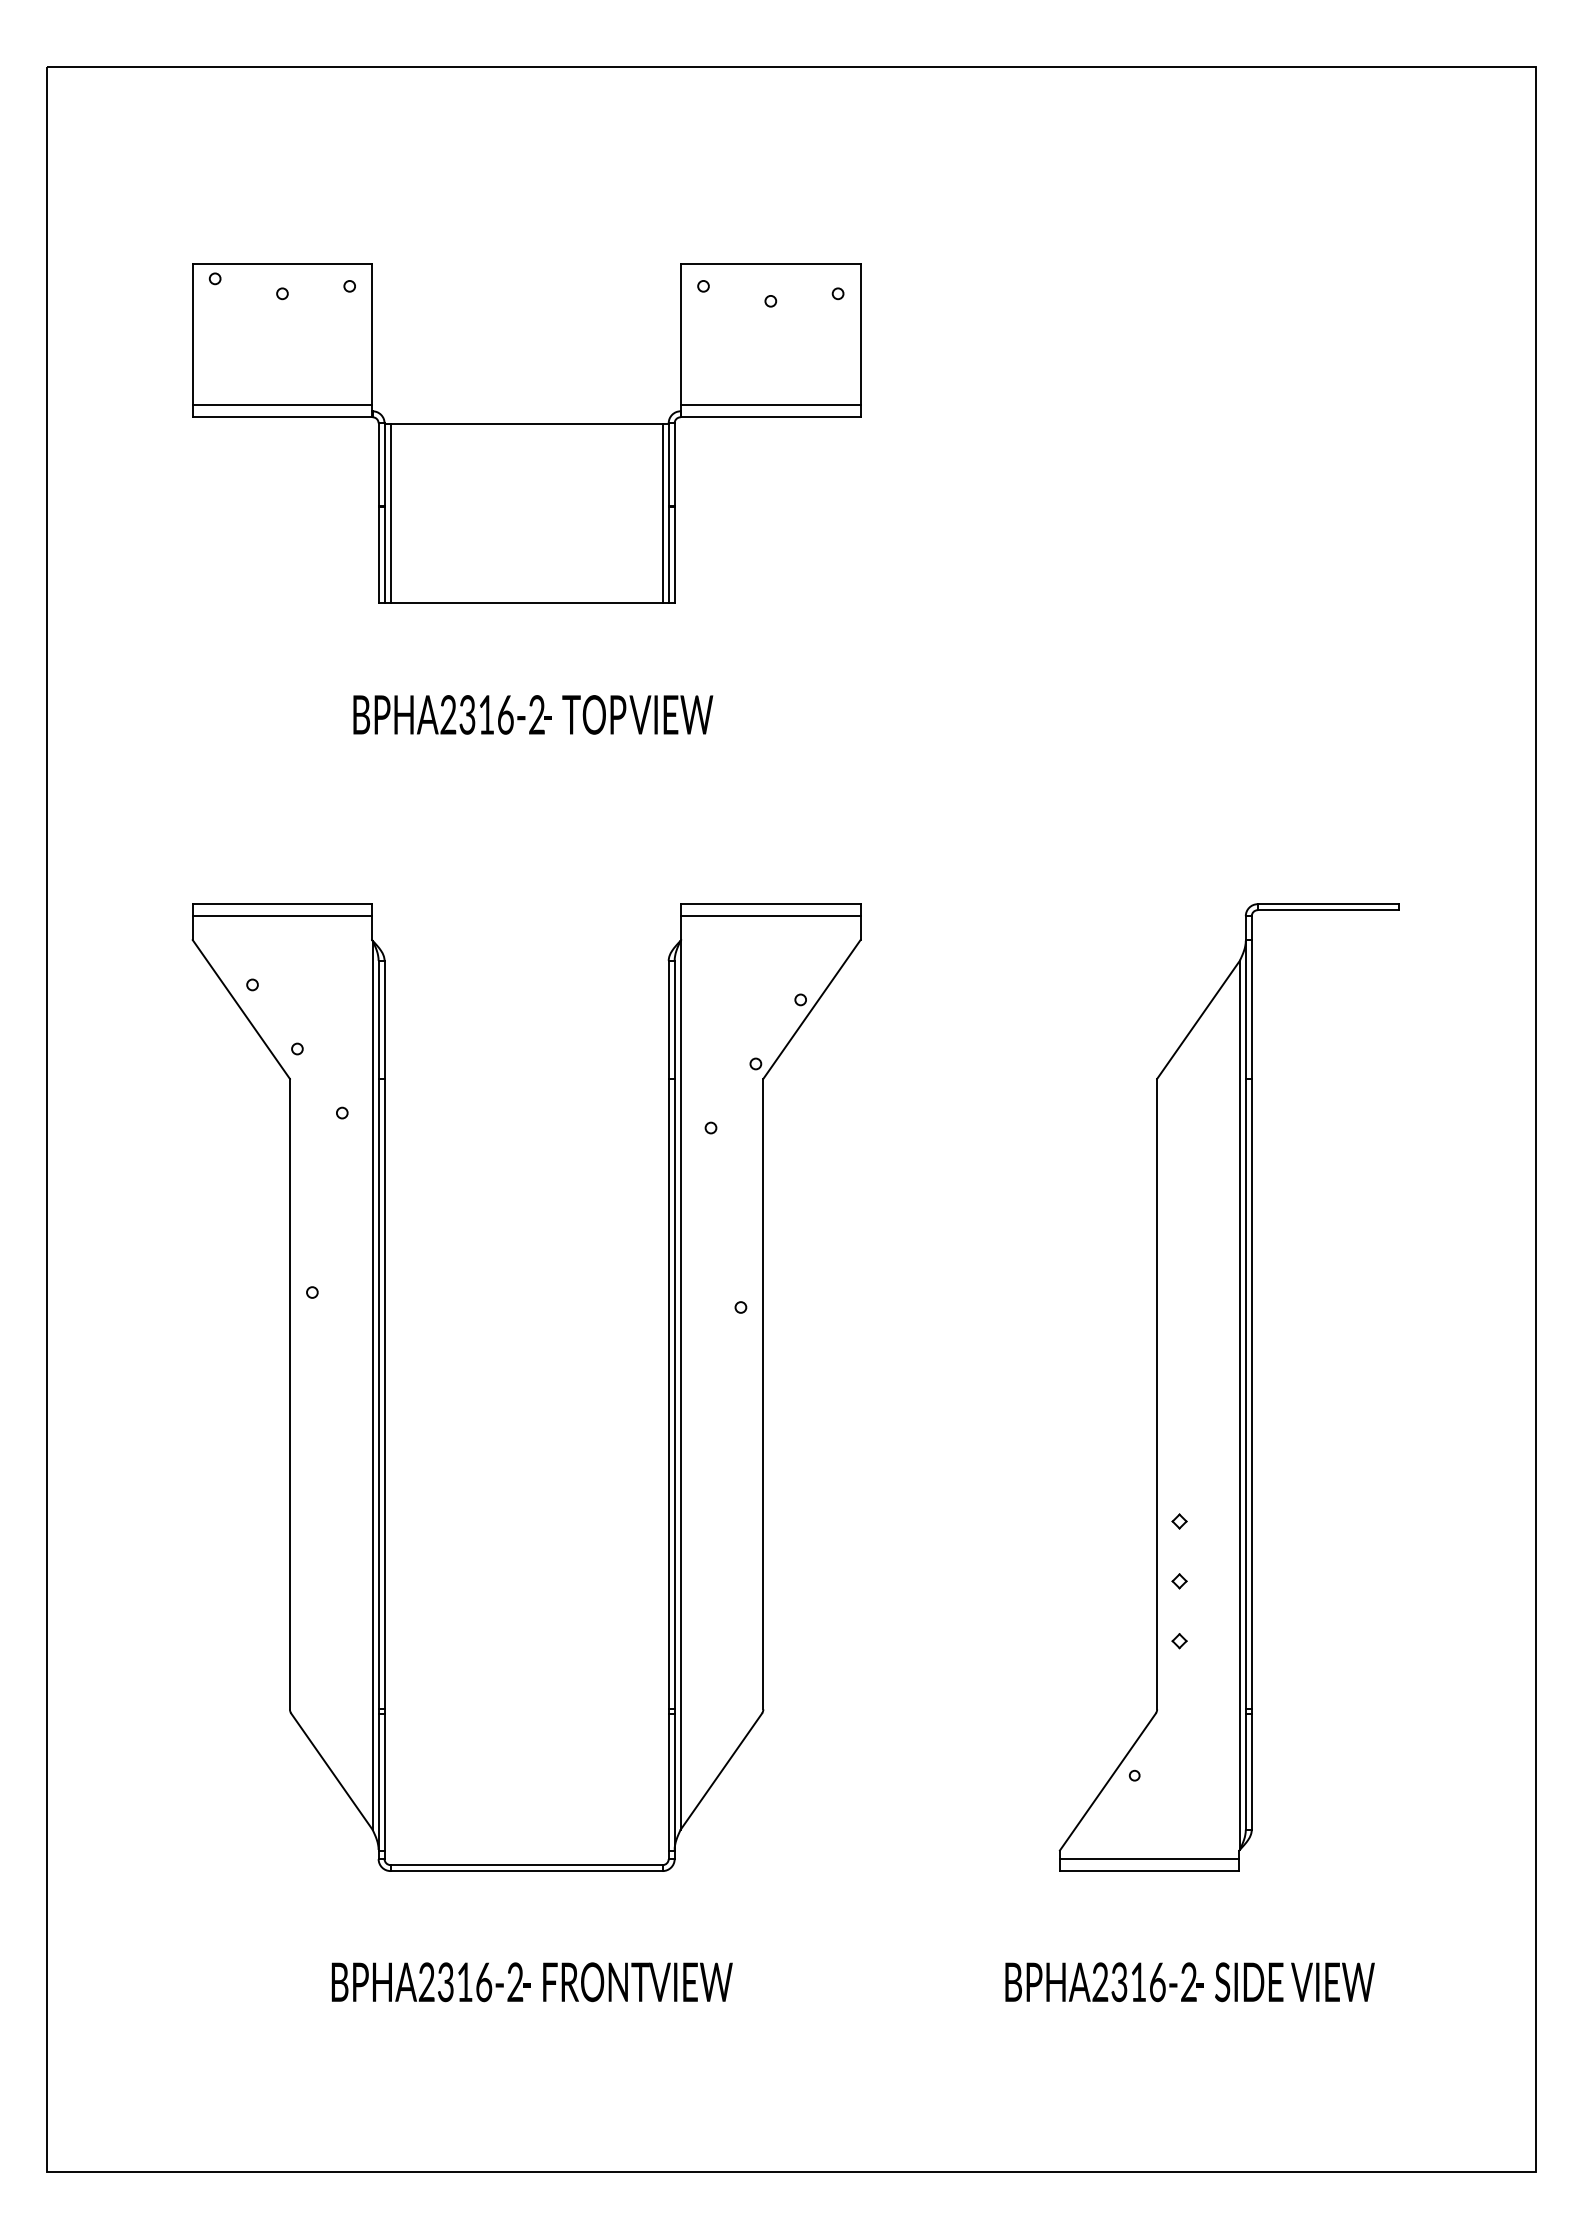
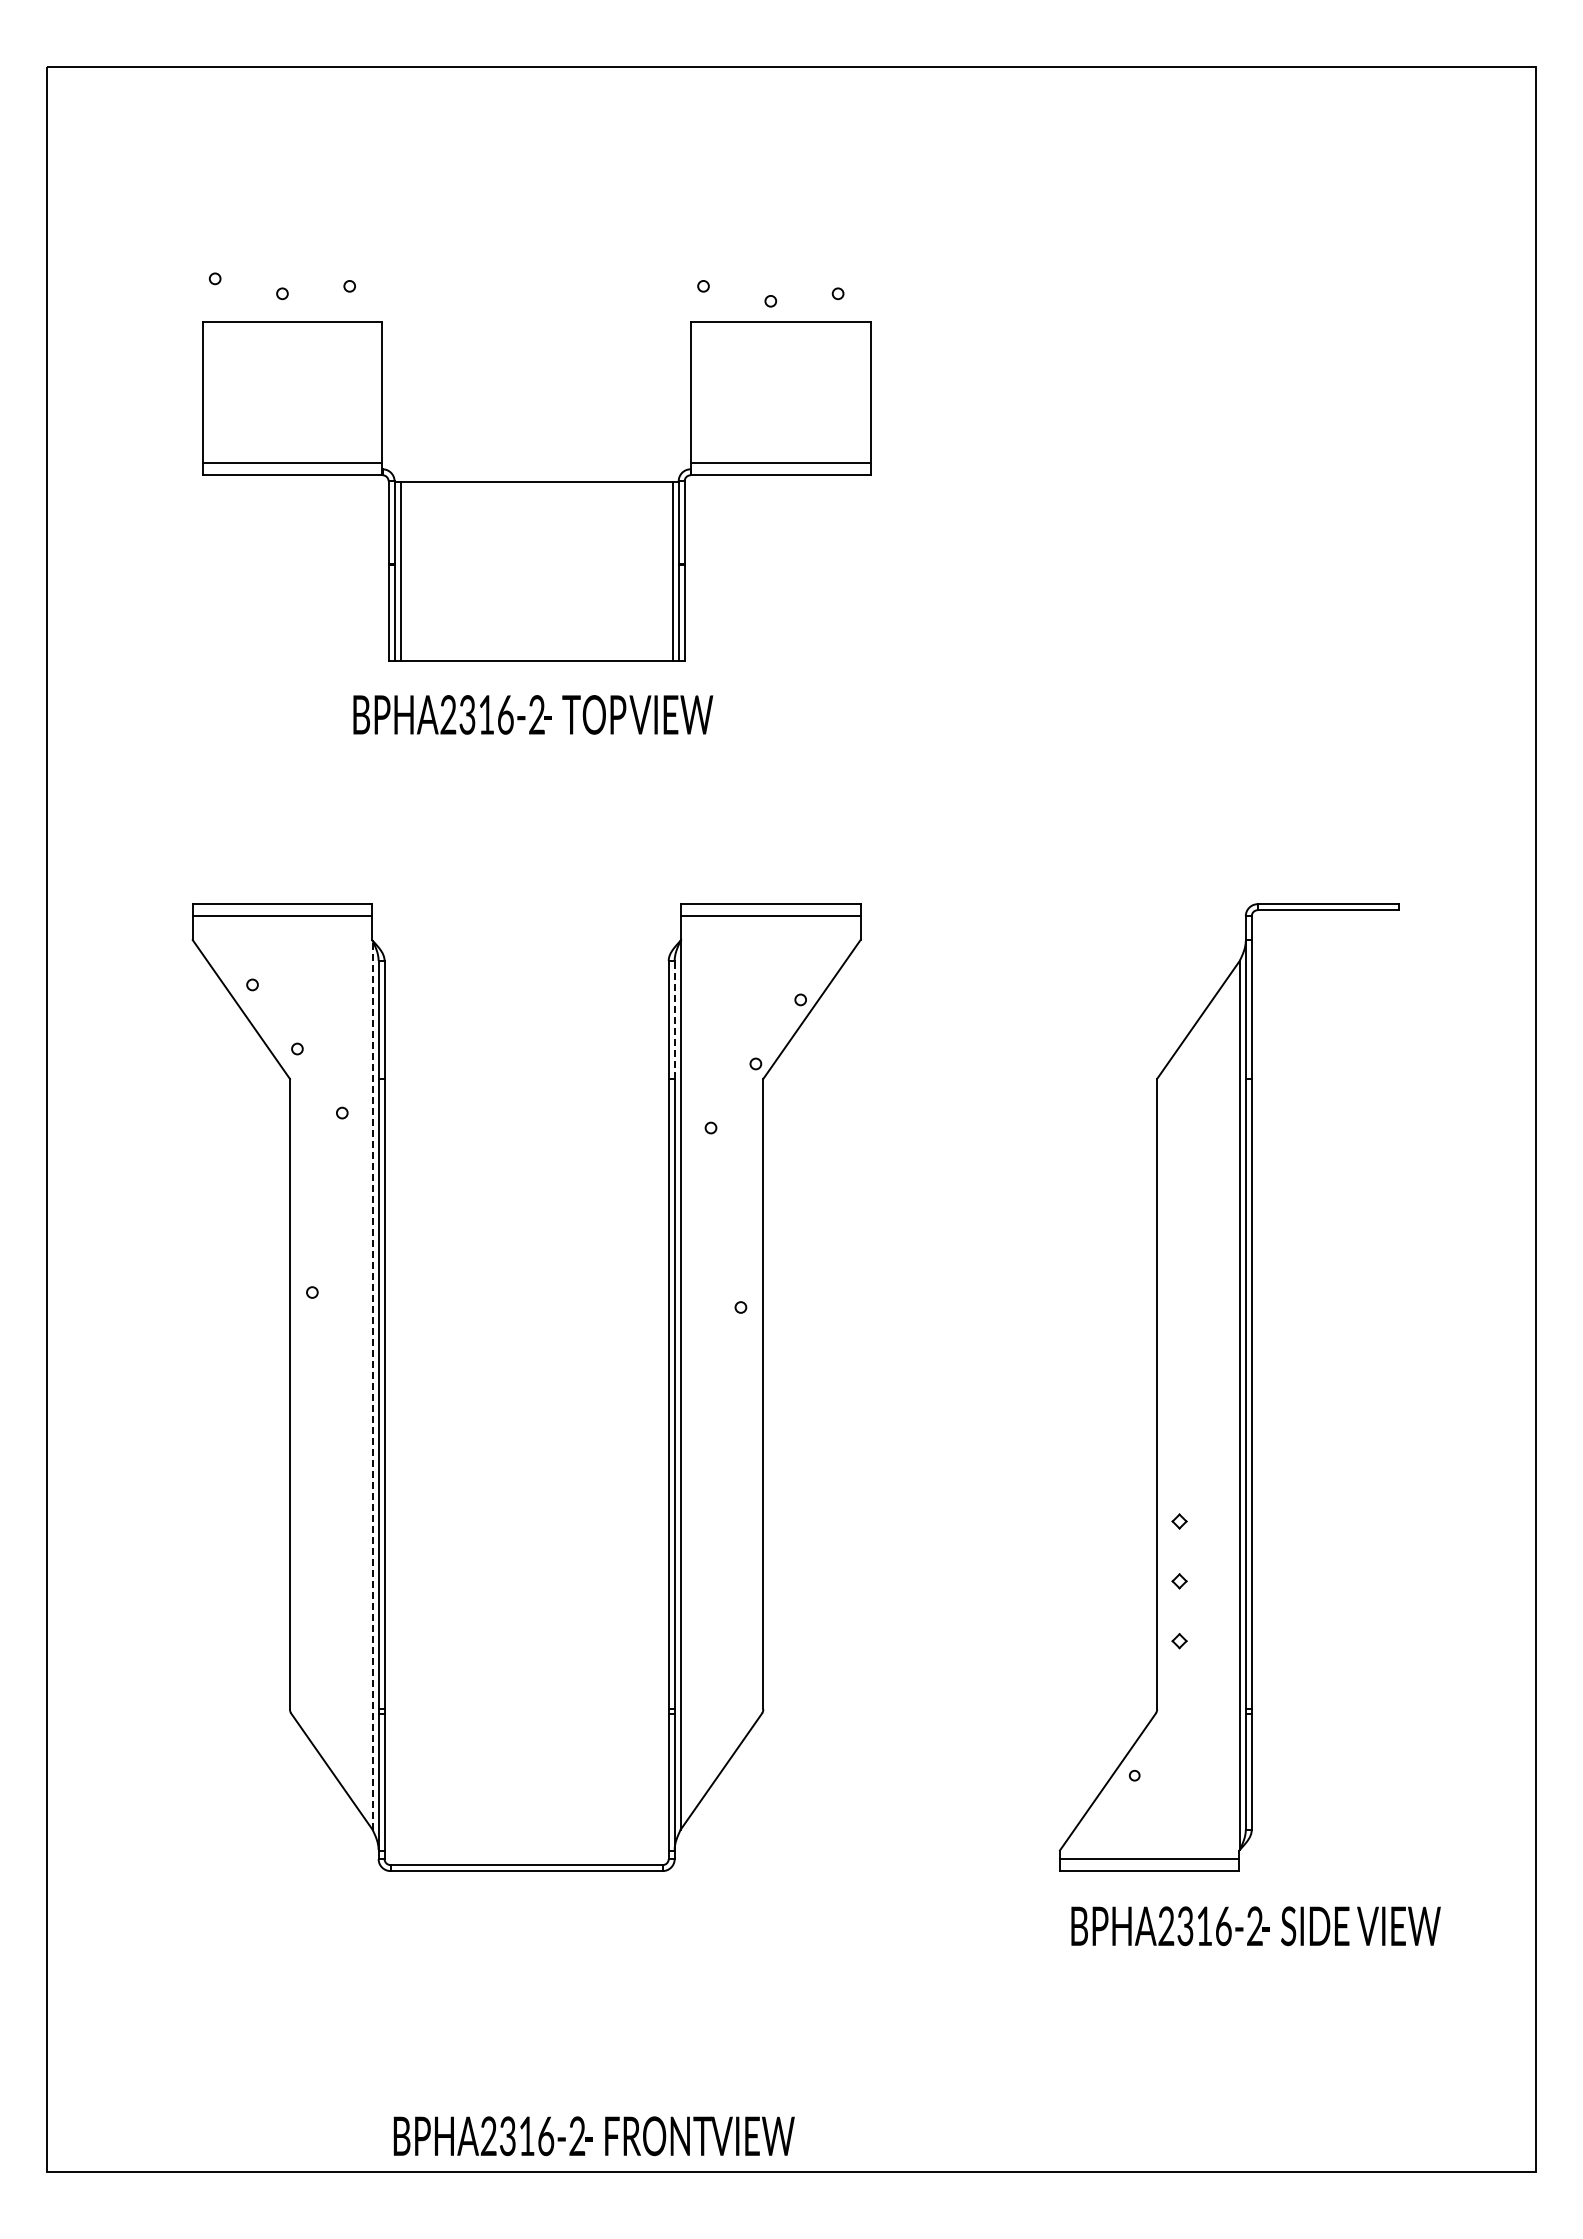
part at (526, 433) position: (526, 433) -> (536, 491)
line at (674, 1019): solid -> dashed
line at (372, 1385): solid -> dashed
text at (531, 1982) position: (531, 1982) -> (593, 2136)
text at (1189, 1982) position: (1189, 1982) -> (1255, 1926)
